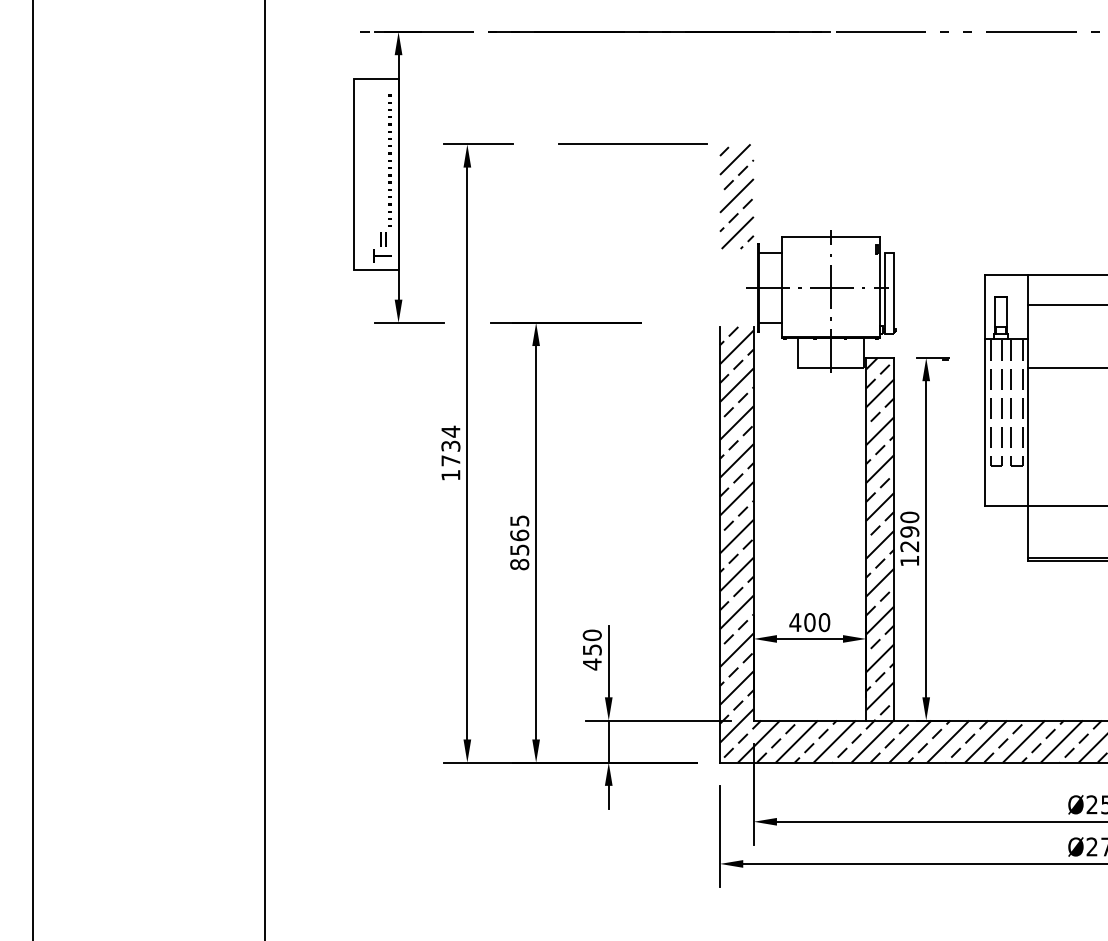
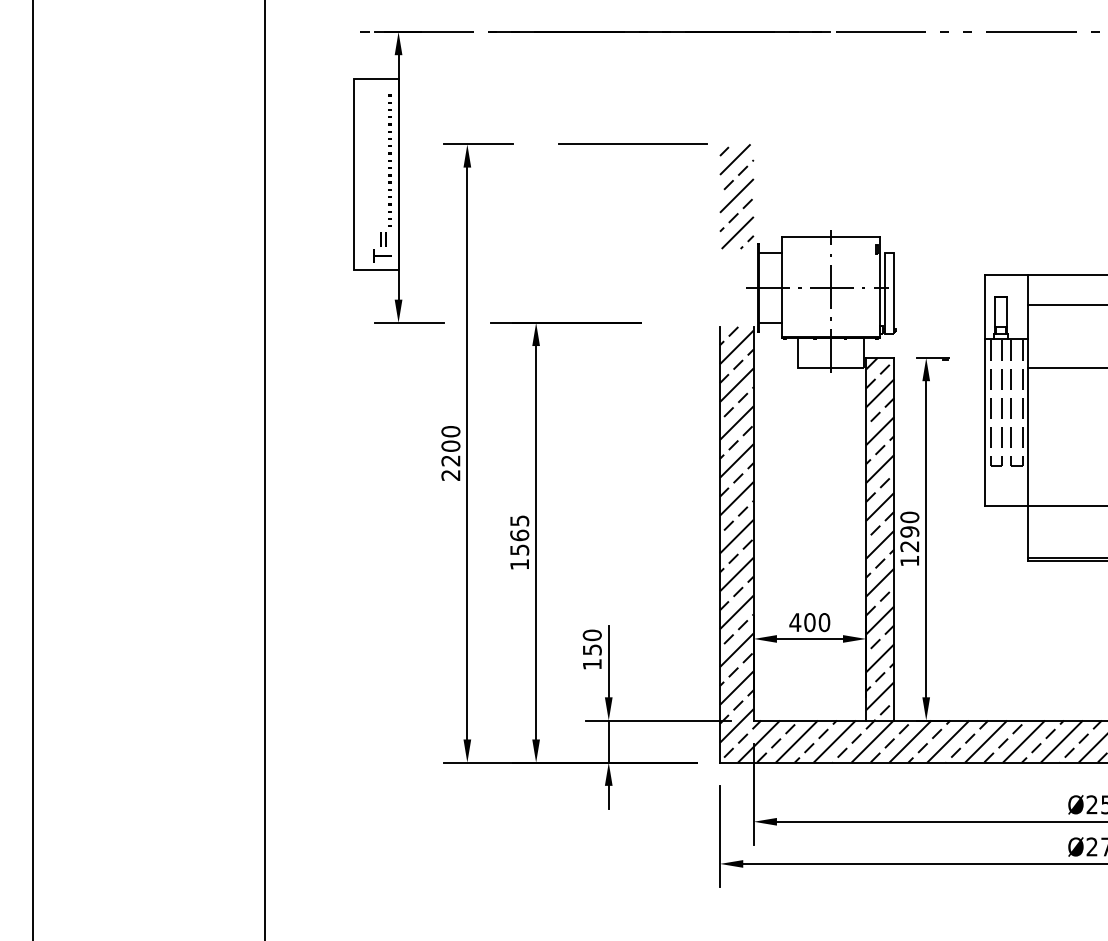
text at (450, 452): 1734 -> 2200
text at (519, 564): 8565 -> 1565
text at (592, 664): 450 -> 150
